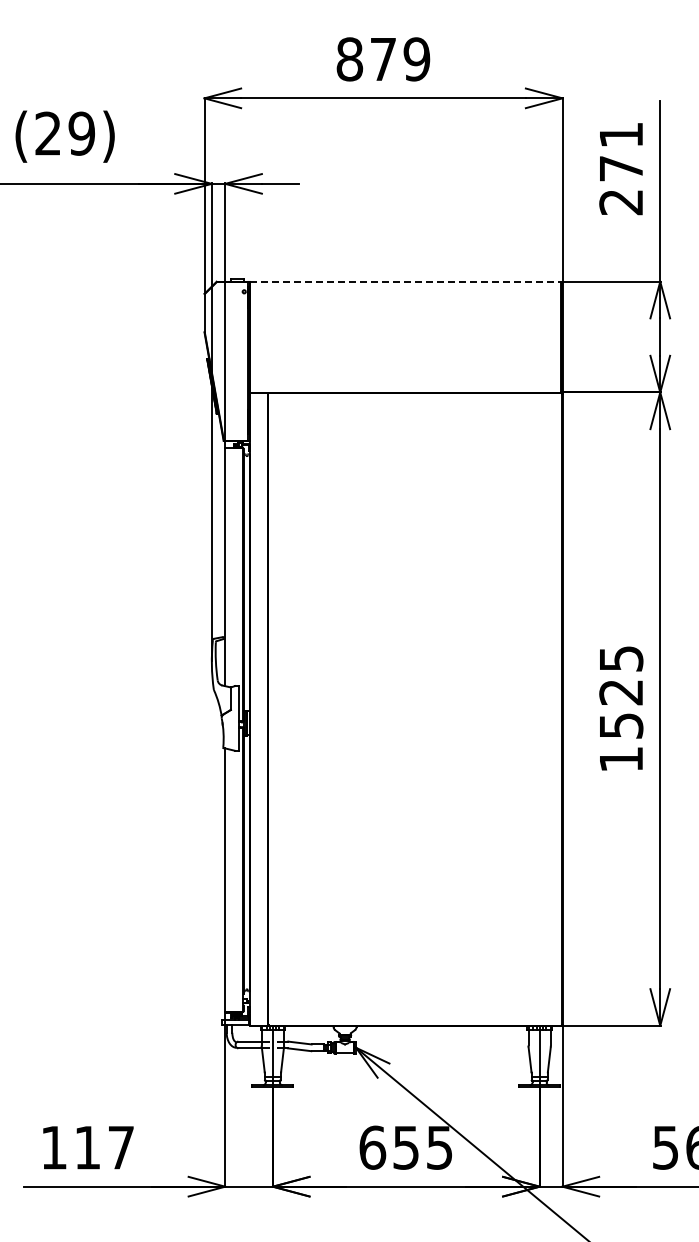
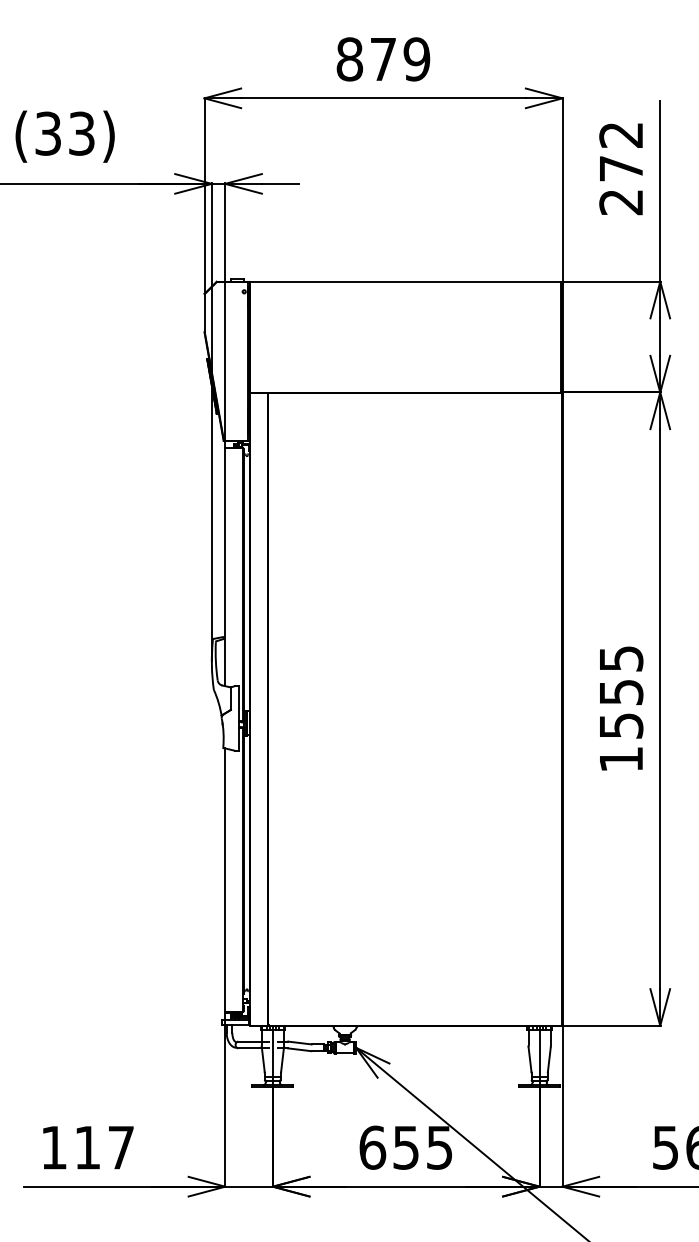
text at (64, 133): (29) -> (33)
text at (620, 135): 271 -> 272
line at (405, 281): dashed -> solid
text at (621, 692): 1525 -> 1555
